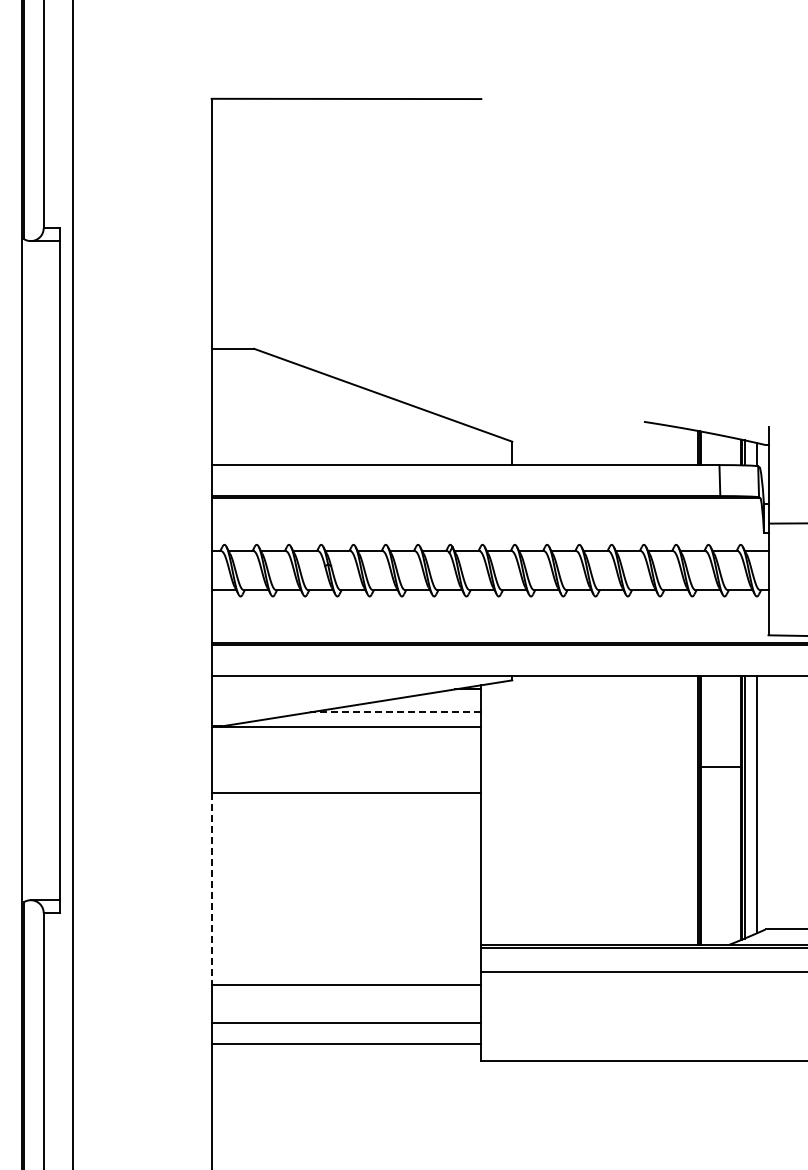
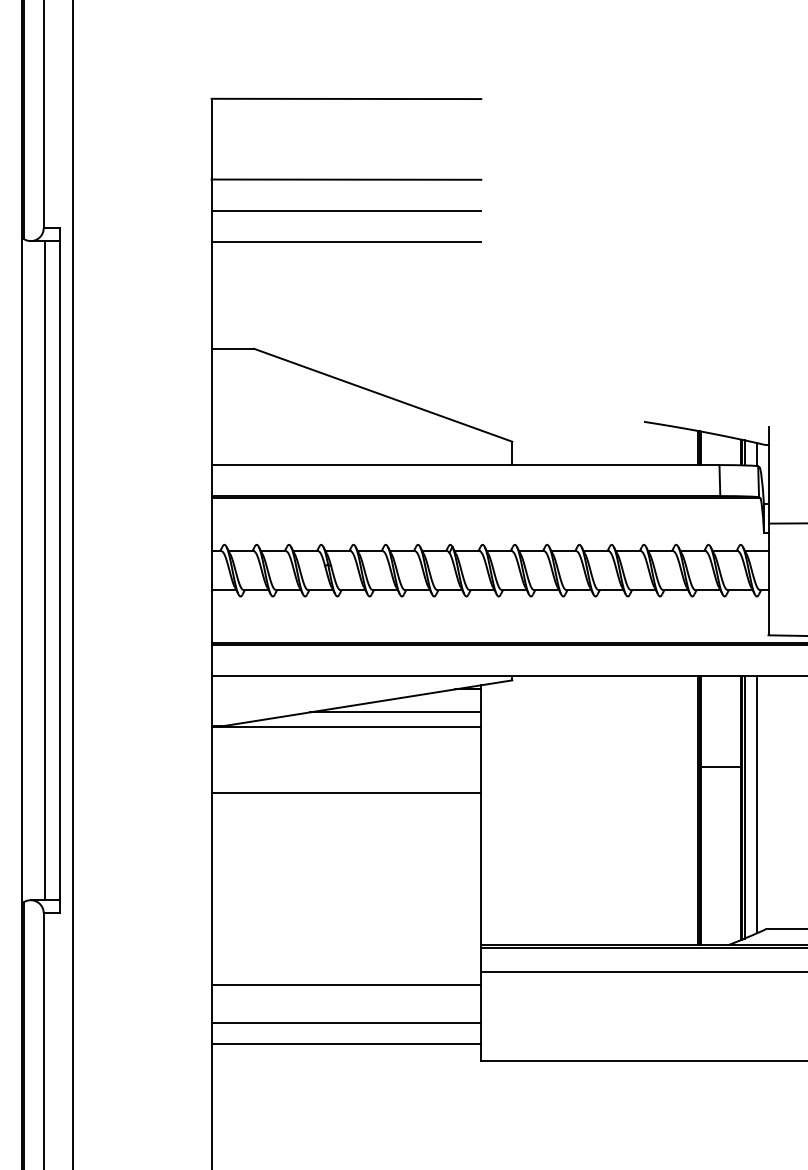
line at (346, 179): none -> present
line at (346, 211): none -> present
line at (346, 241): none -> present
line at (45, 570): none -> present
line at (395, 712): dashed -> solid
line at (211, 889): dashed -> solid
